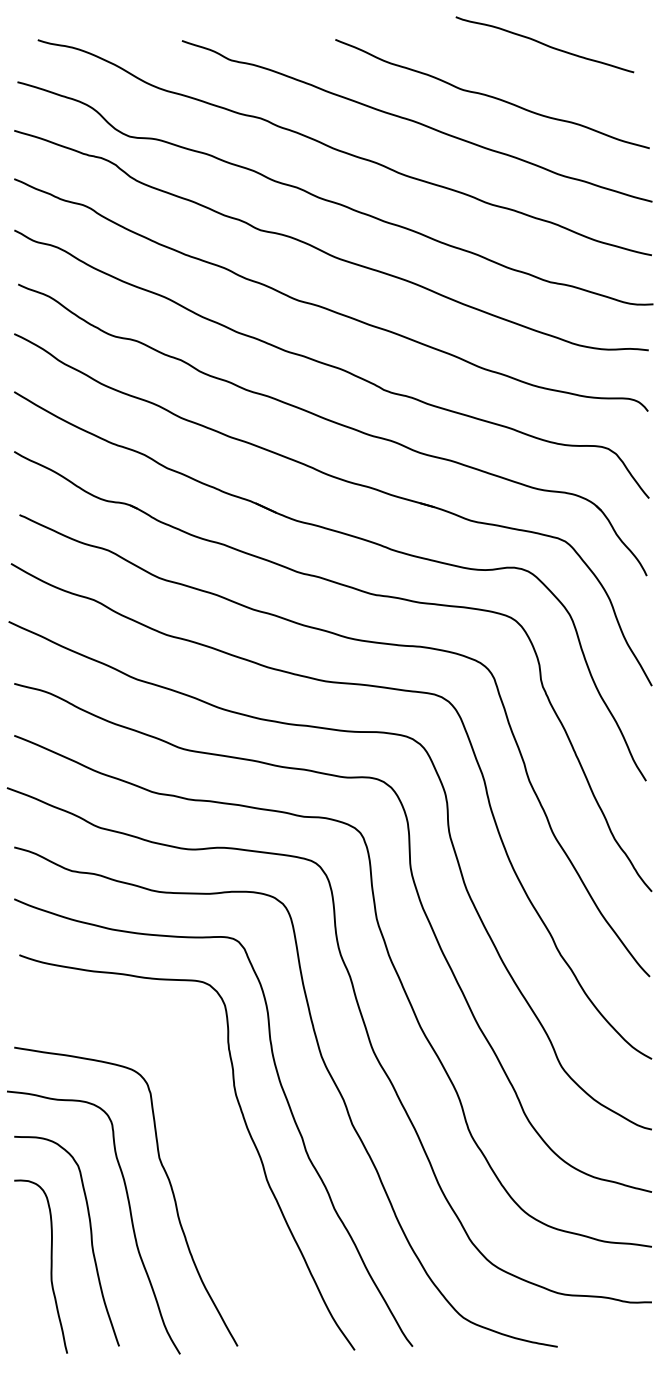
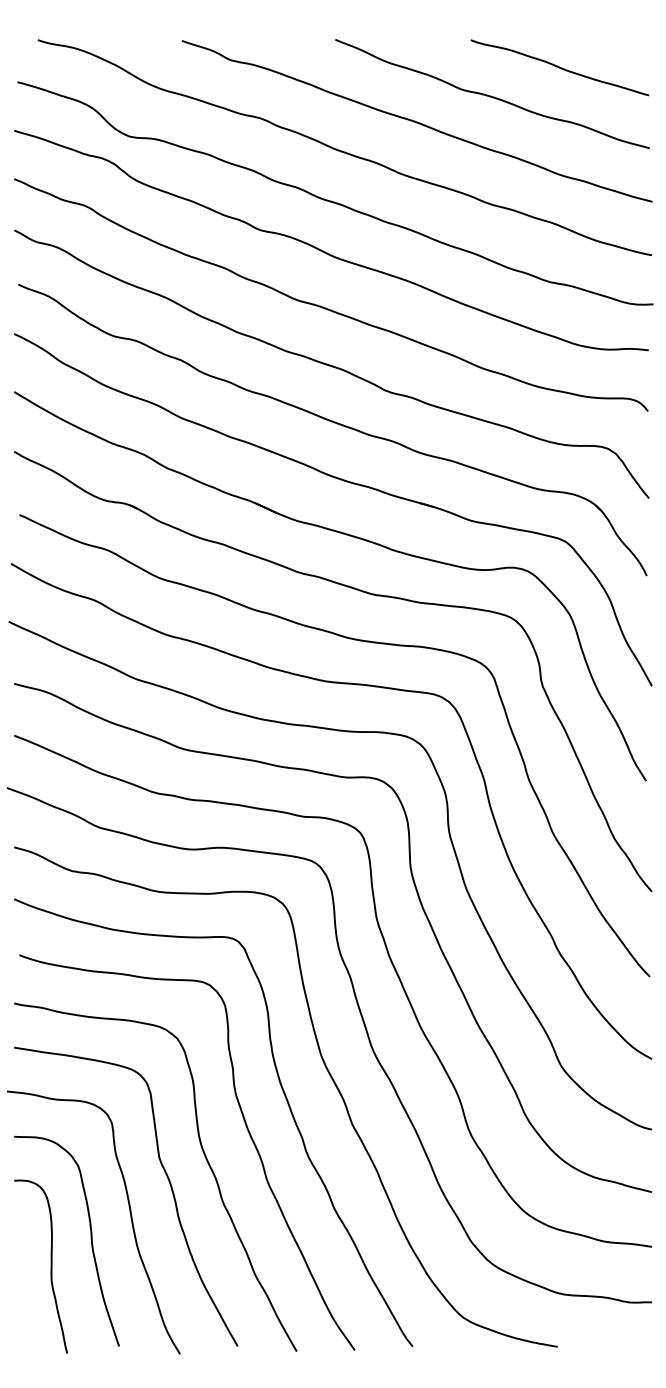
curve at (544, 44) position: (544, 44) -> (559, 67)
curve at (203, 1154): none -> present
